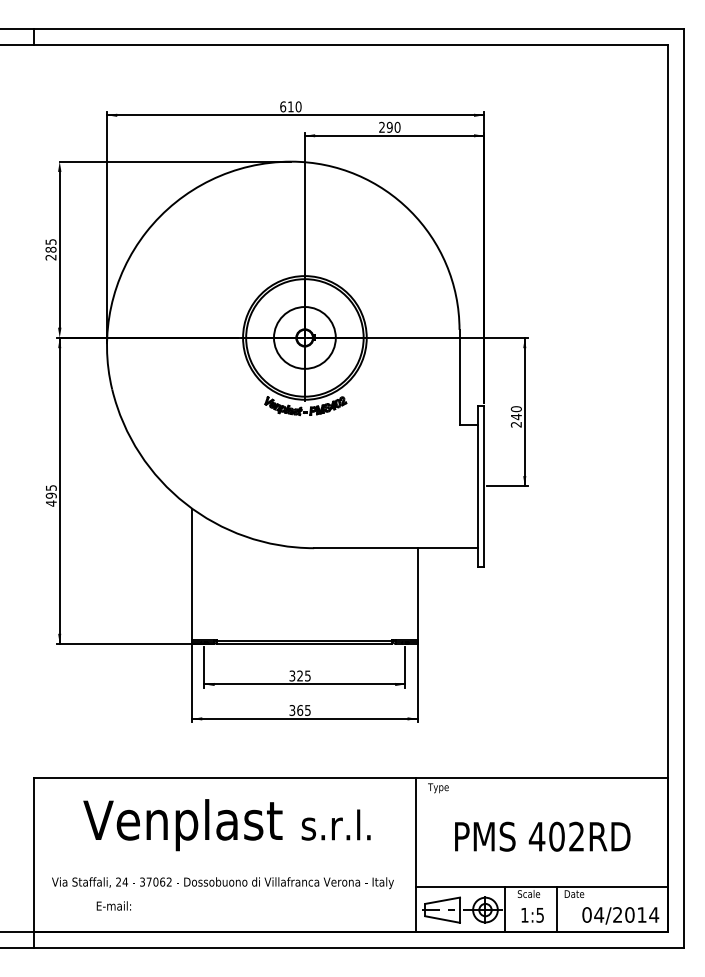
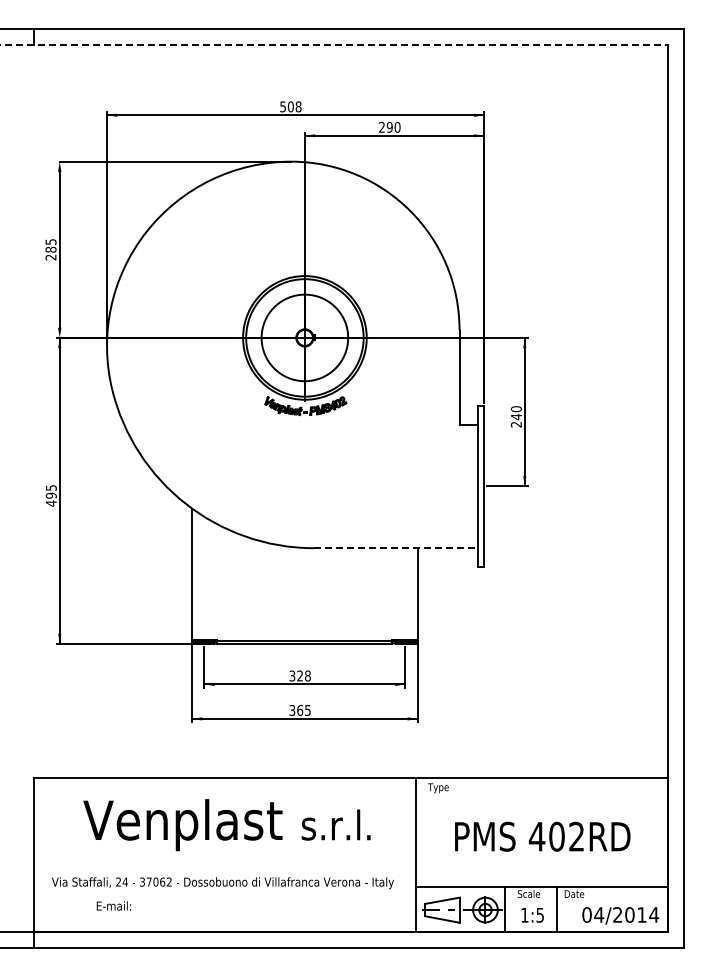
line at (334, 44): solid -> dashed
text at (290, 106): 610 -> 508
circle at (304, 337) diameter: 62 px -> 87 px
line at (396, 548): solid -> dashed
text at (307, 675): 325 -> 328
